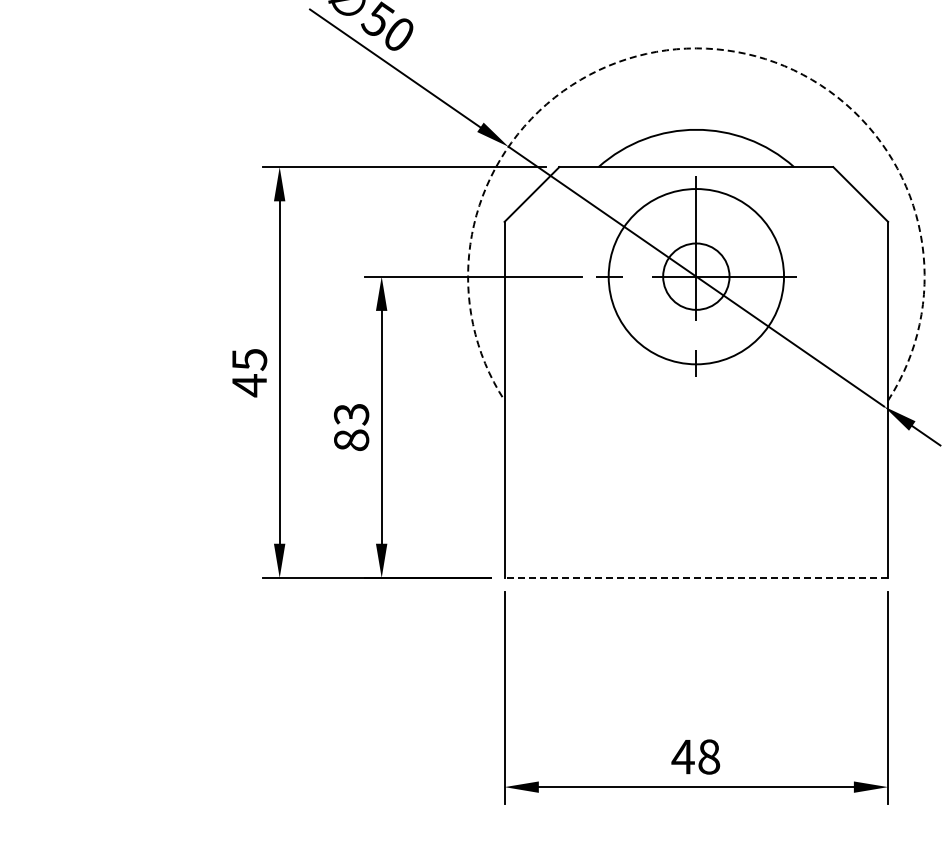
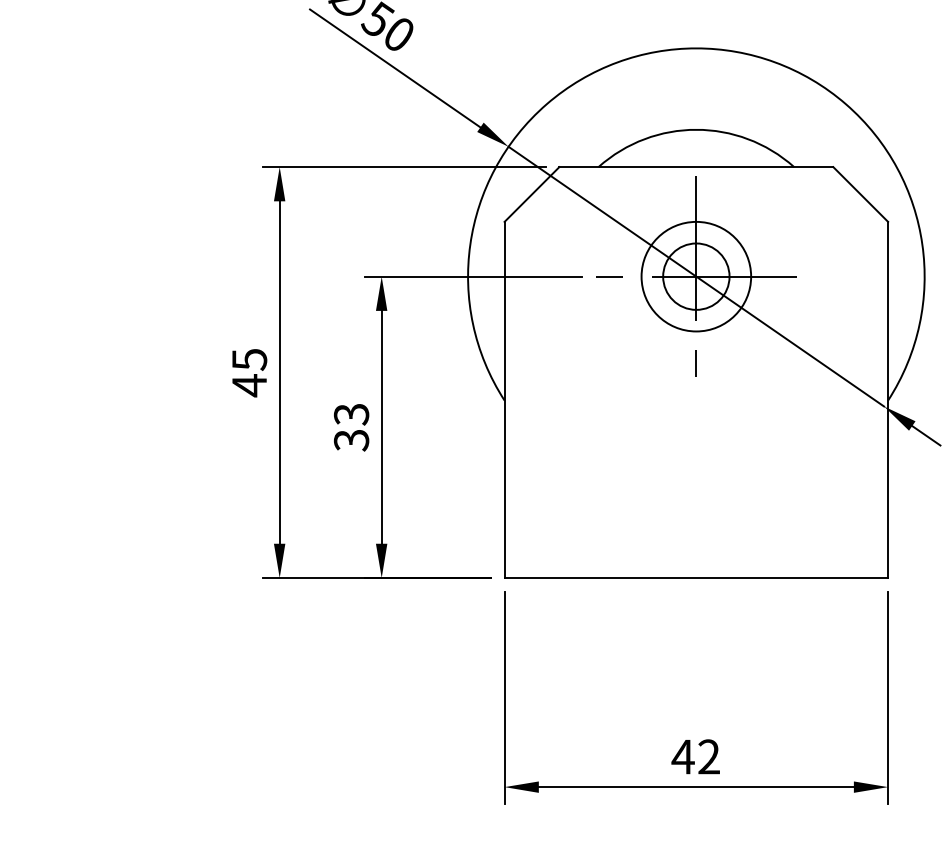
arc at (696, 48): dashed -> solid
circle at (696, 276) diameter: 175 px -> 110 px
text at (351, 440): 83 -> 33
line at (696, 578): dashed -> solid
text at (709, 756): 48 -> 42
